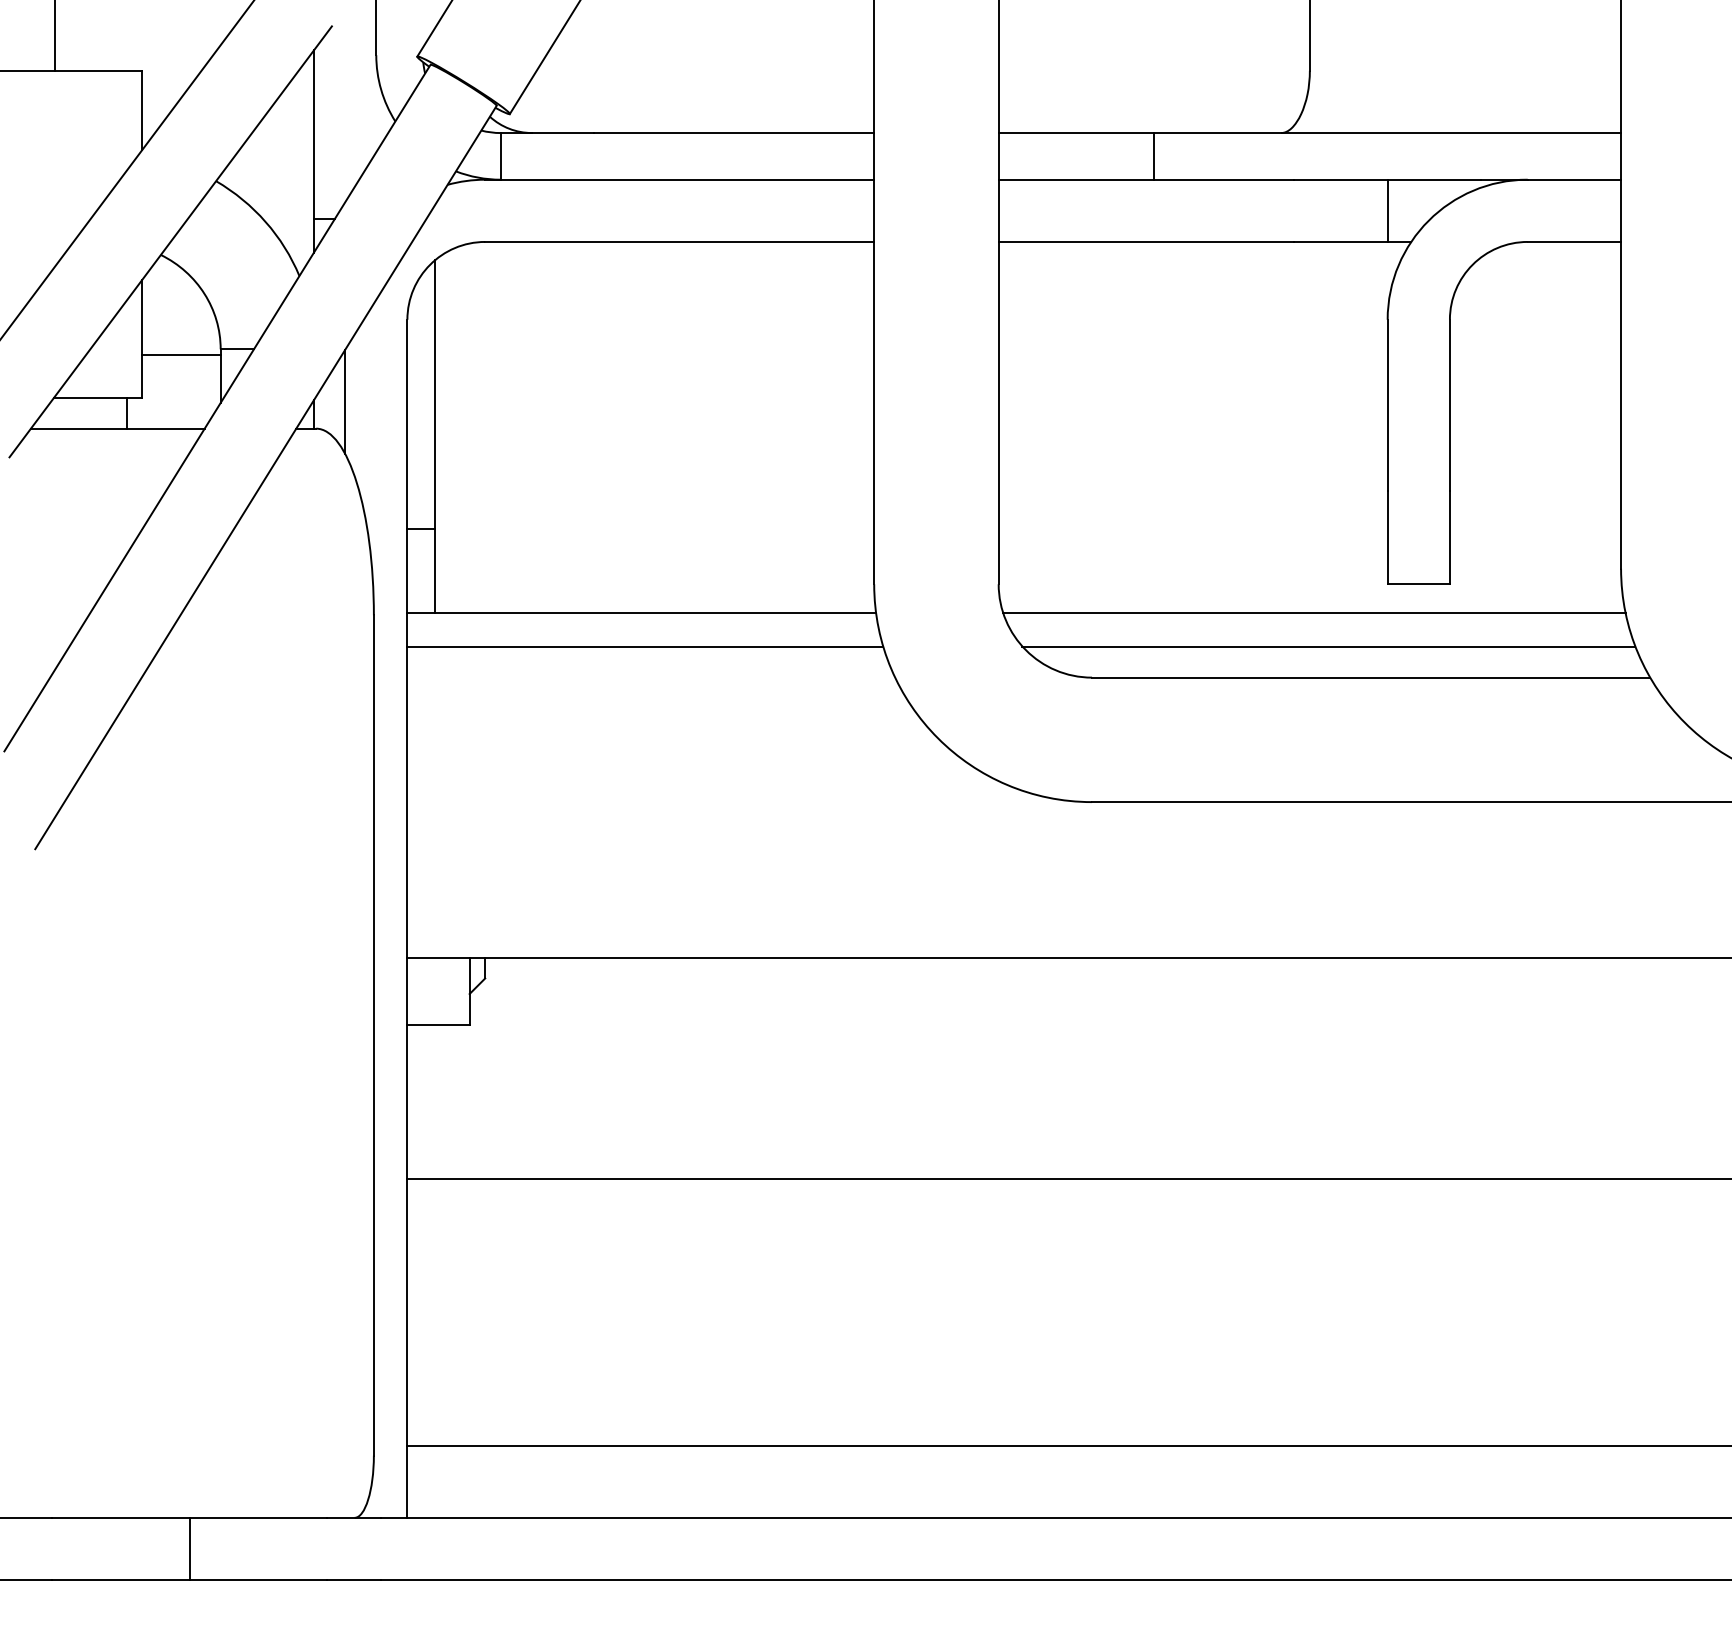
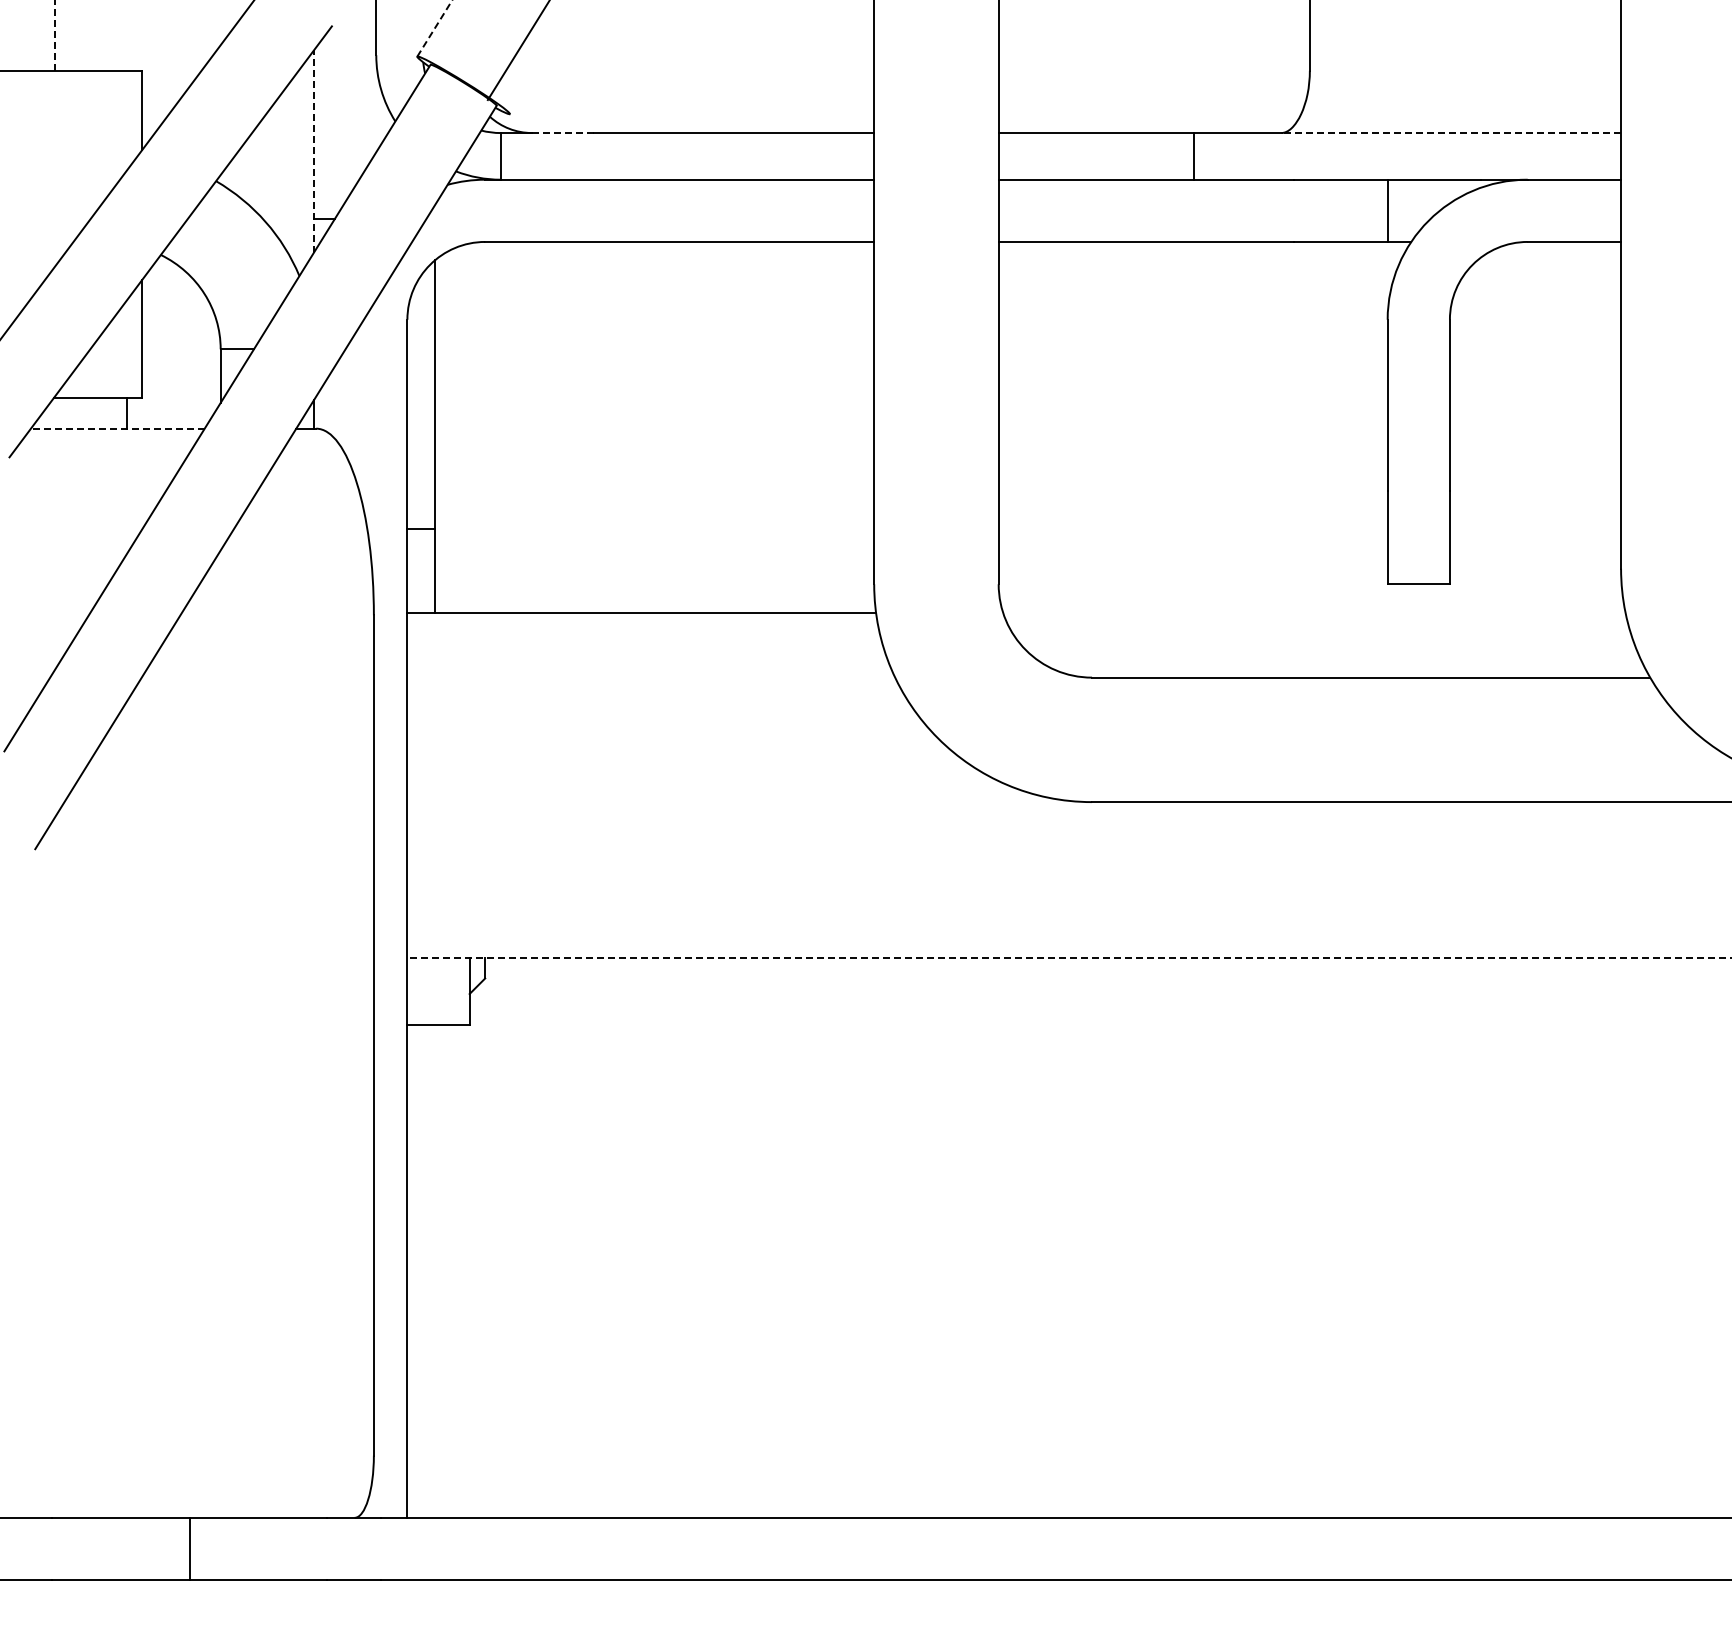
line at (434, 28): solid -> dashed
line at (54, 35): solid -> dashed
line at (544, 58) position: (544, 58) -> (517, 51)
line at (562, 133): solid -> dashed
line at (1451, 133): solid -> dashed
line at (314, 150): solid -> dashed
line at (1154, 156) position: (1154, 156) -> (1194, 156)
line at (181, 355): present -> none
line at (345, 401): present -> none
line at (117, 428): solid -> dashed
line at (1314, 612): present -> none
line at (645, 646): present -> none
line at (1328, 646): present -> none
line at (1069, 957): solid -> dashed
line at (1067, 1178): present -> none
line at (1067, 1446): present -> none
